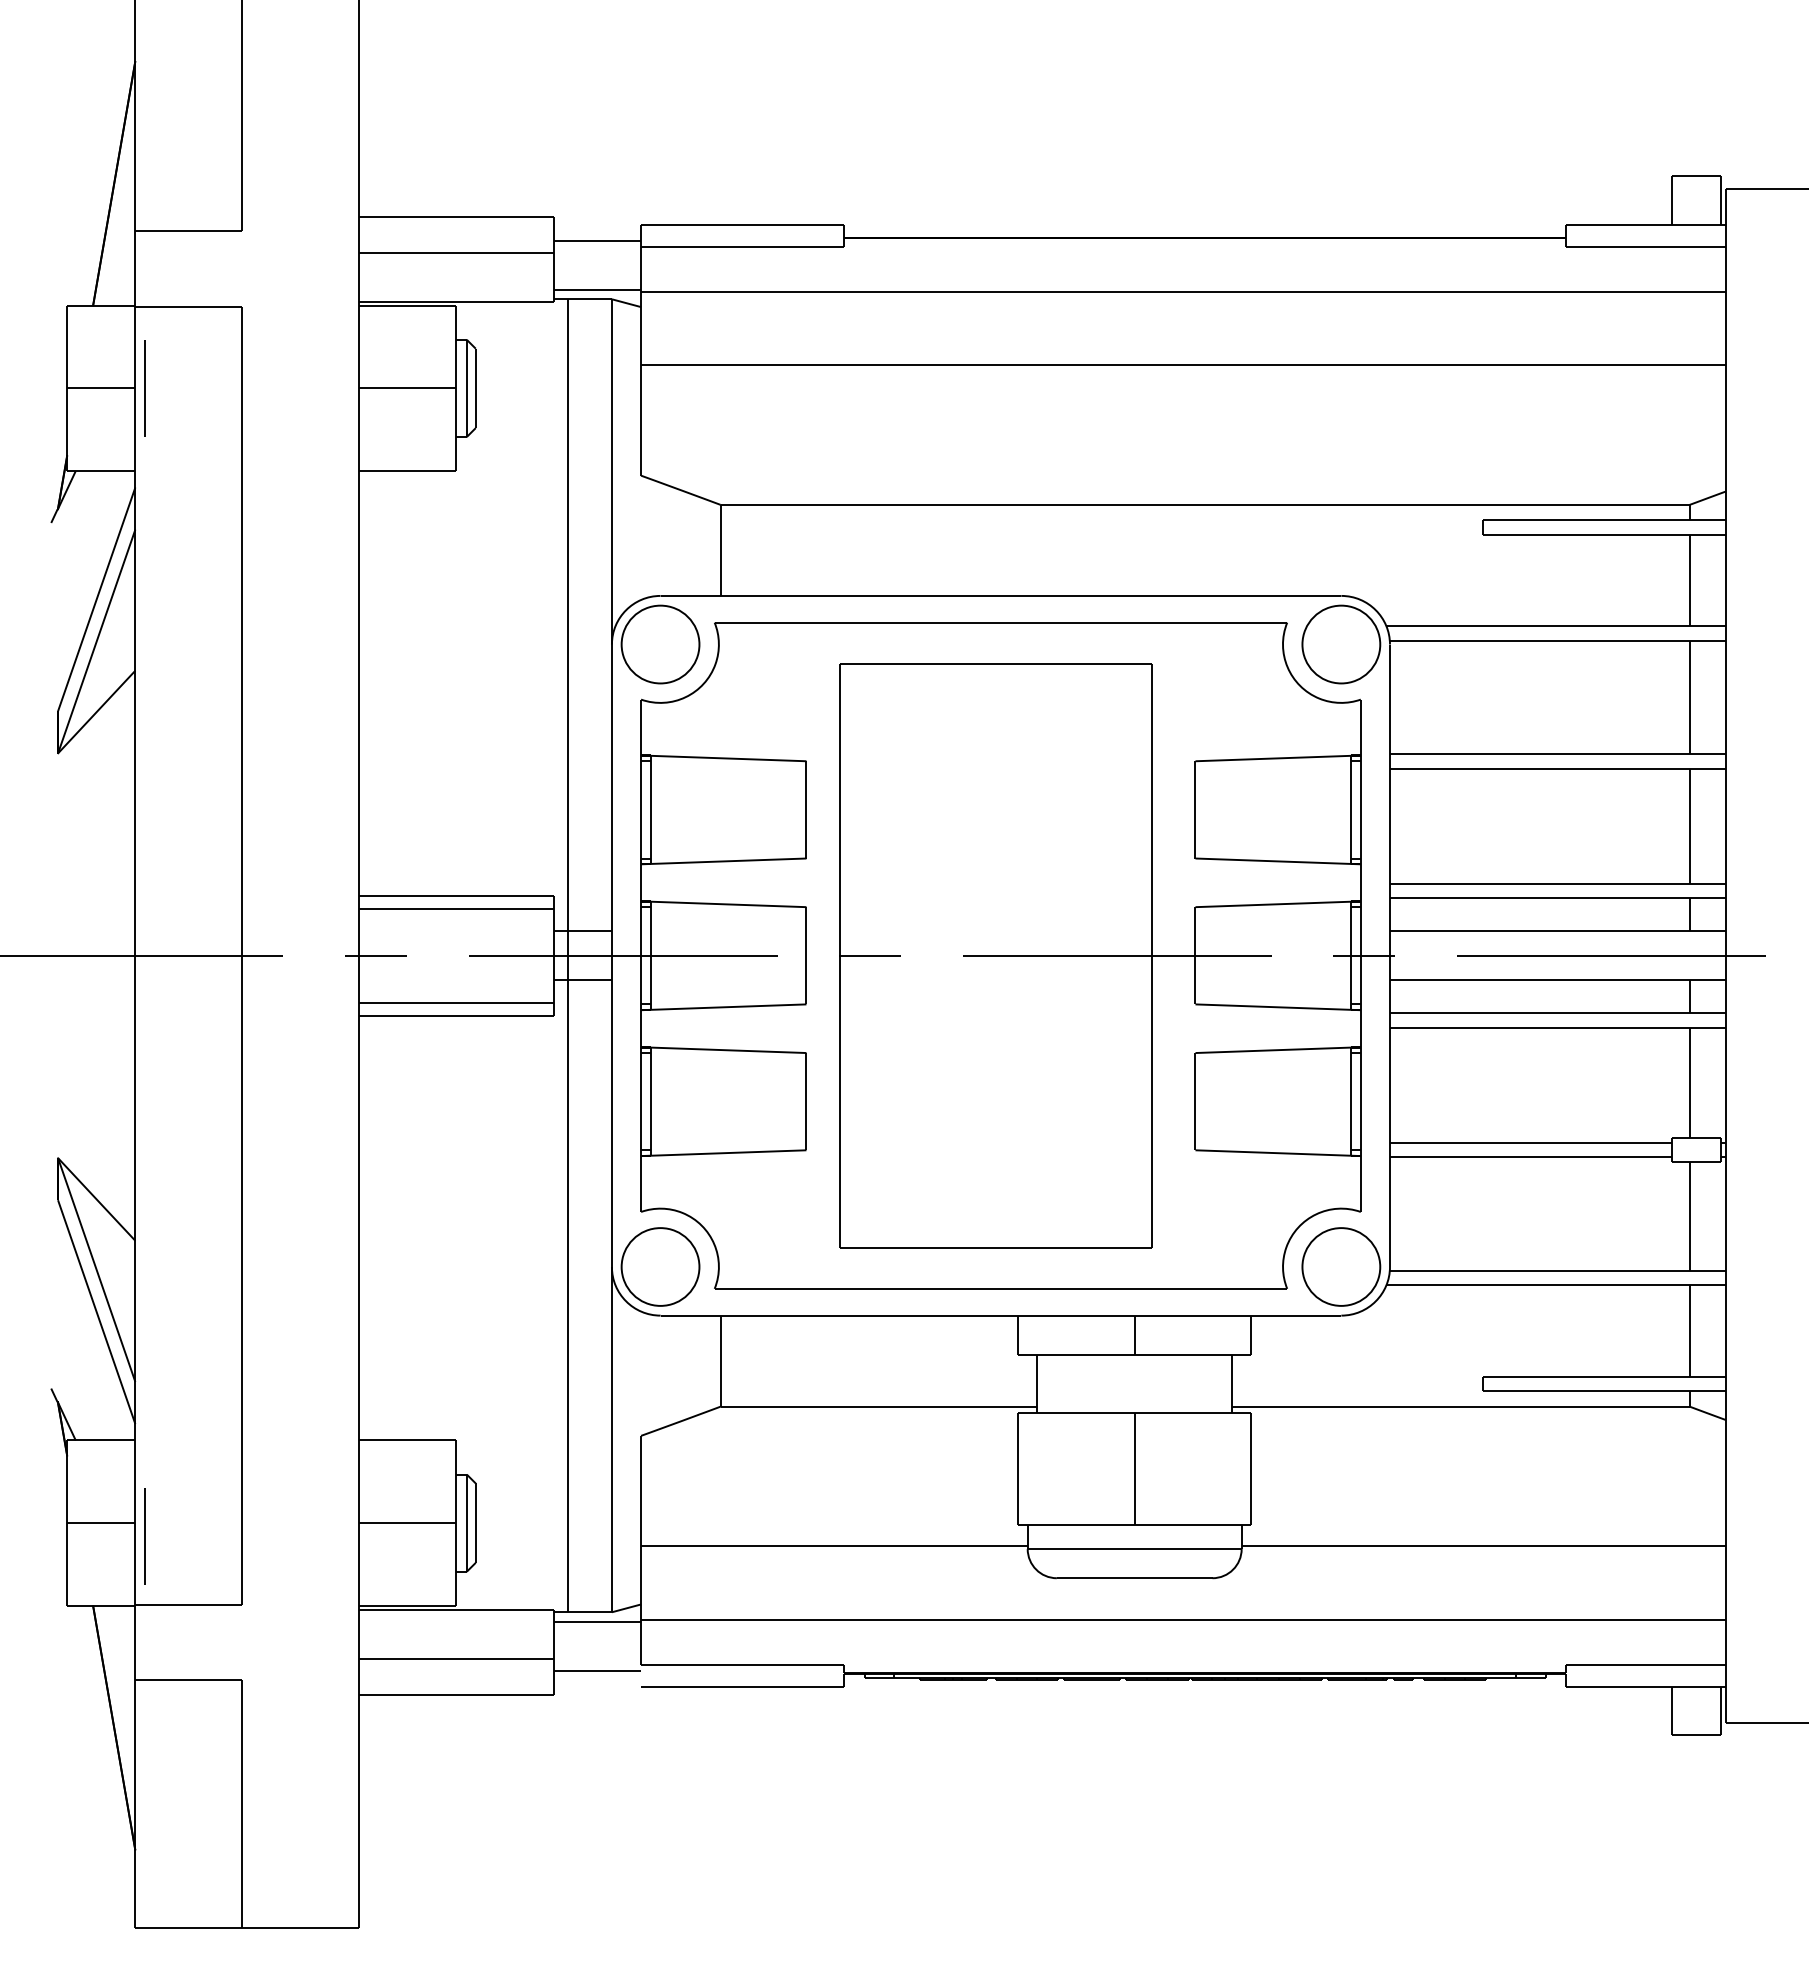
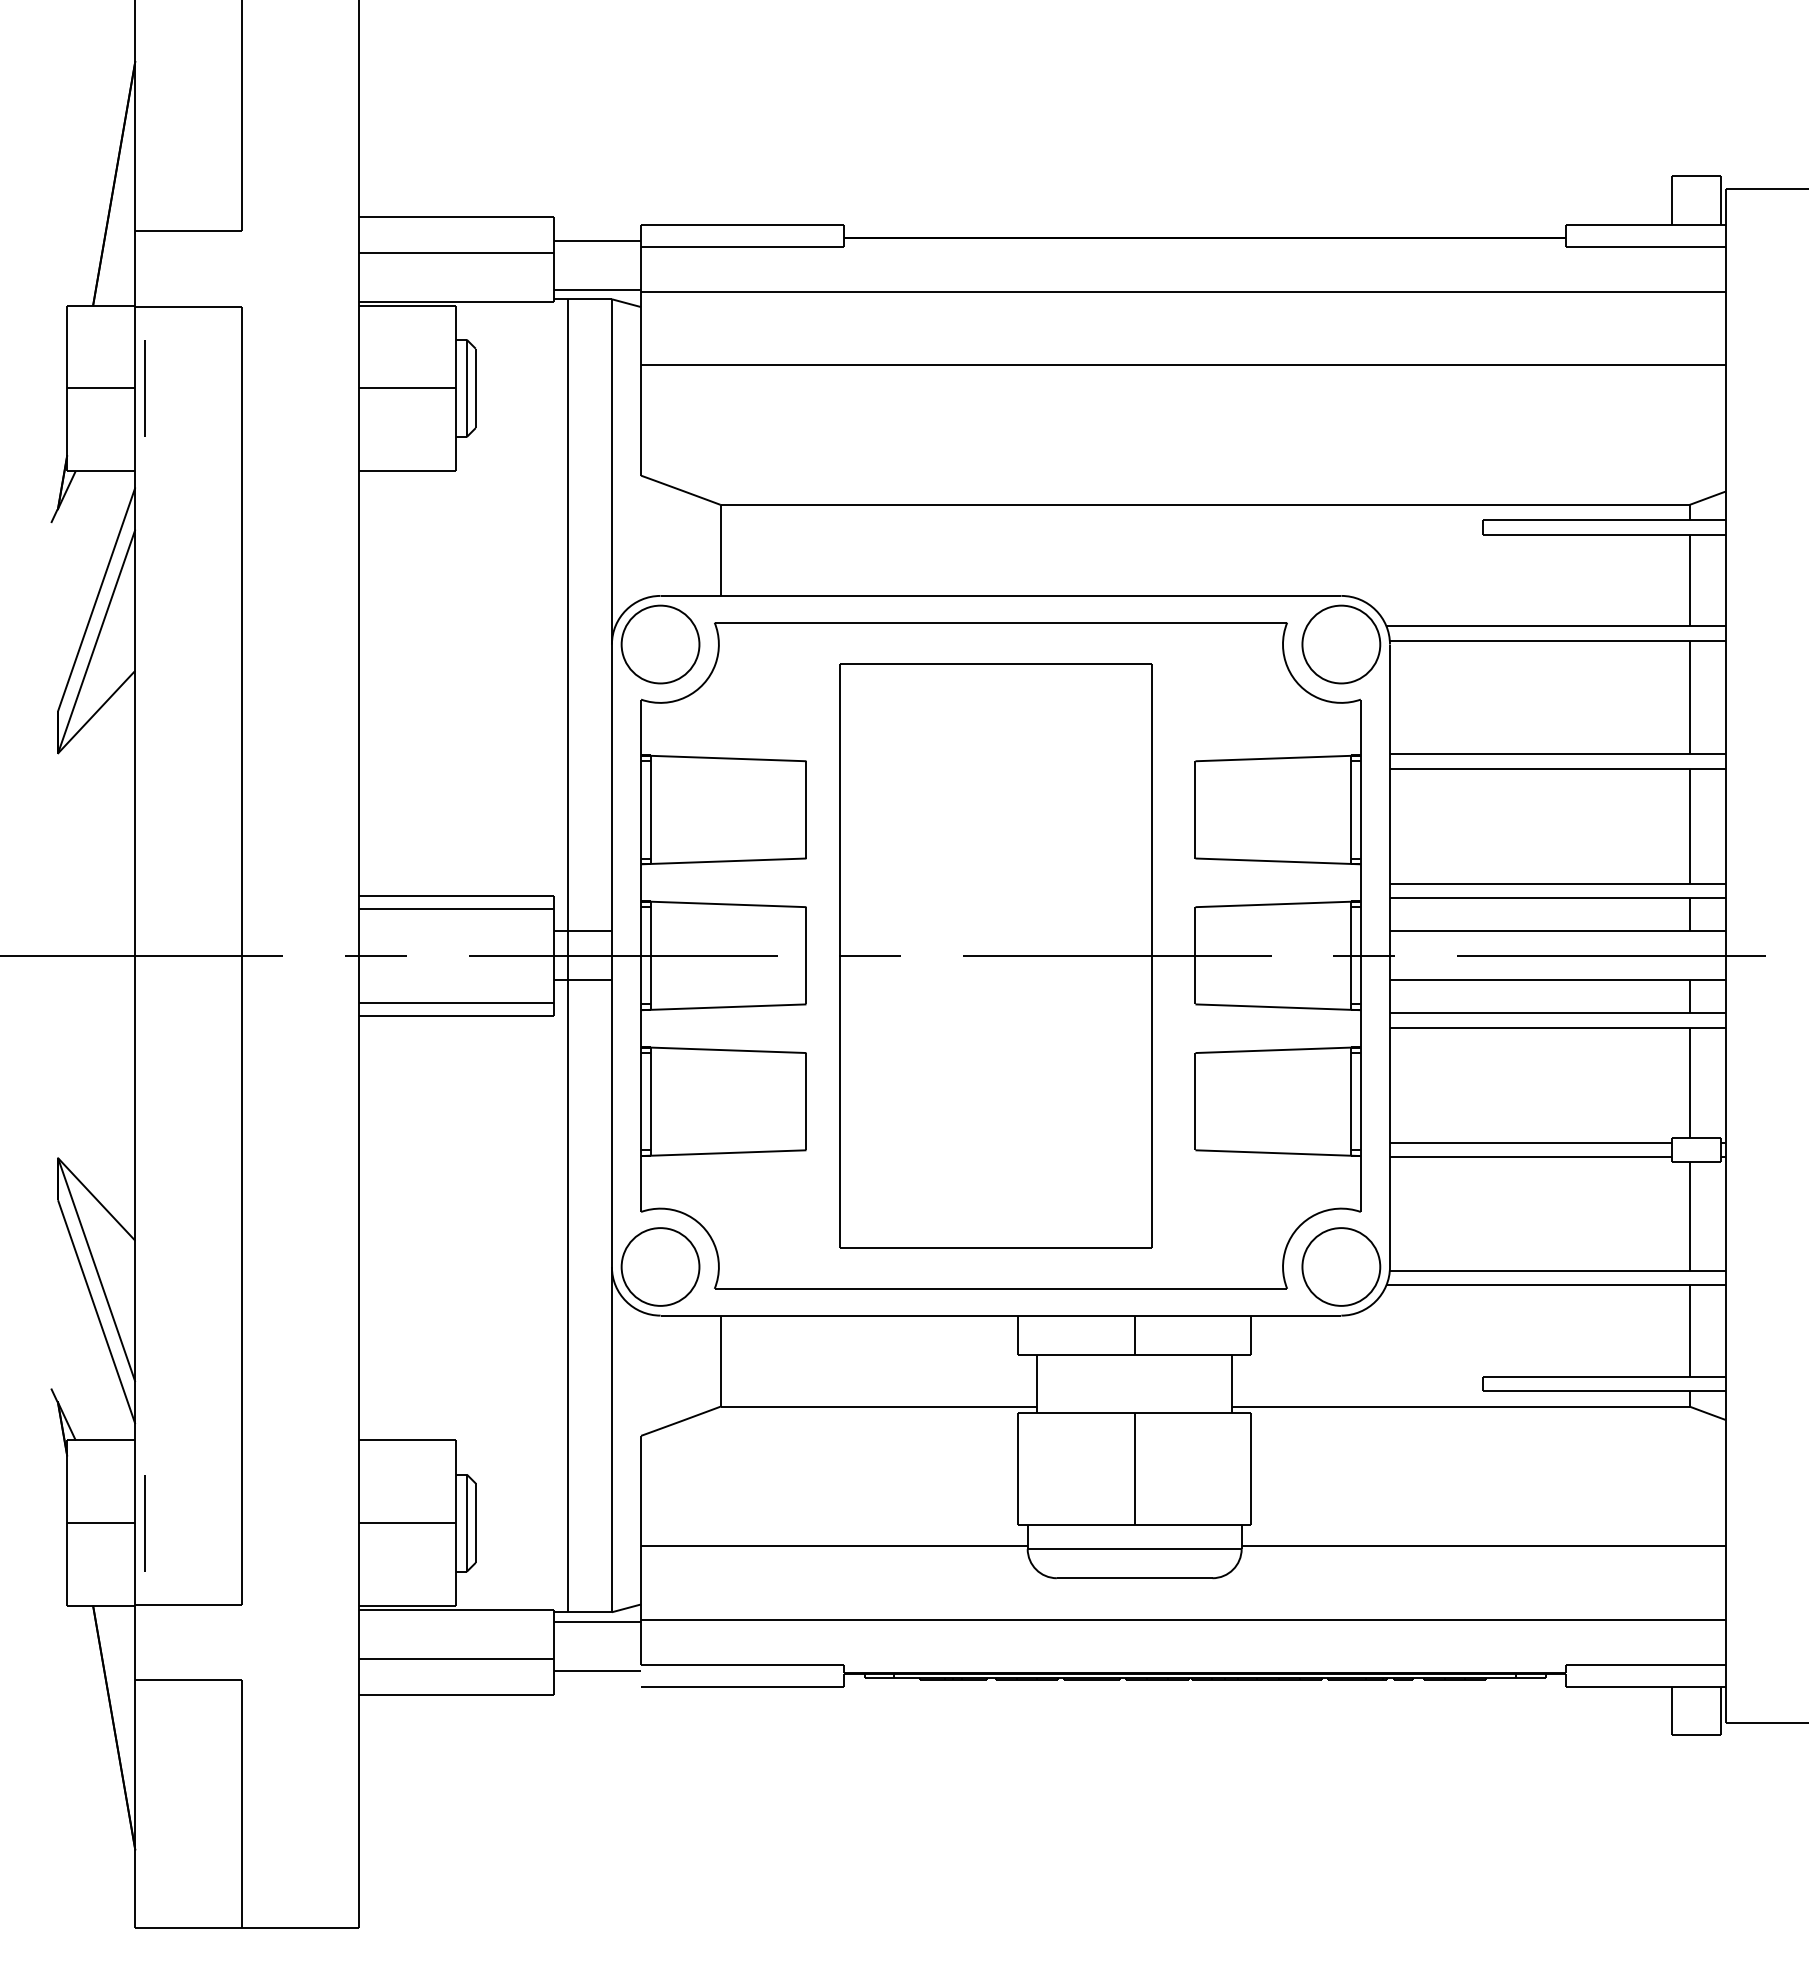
line at (144, 1536) position: (144, 1536) -> (144, 1523)
